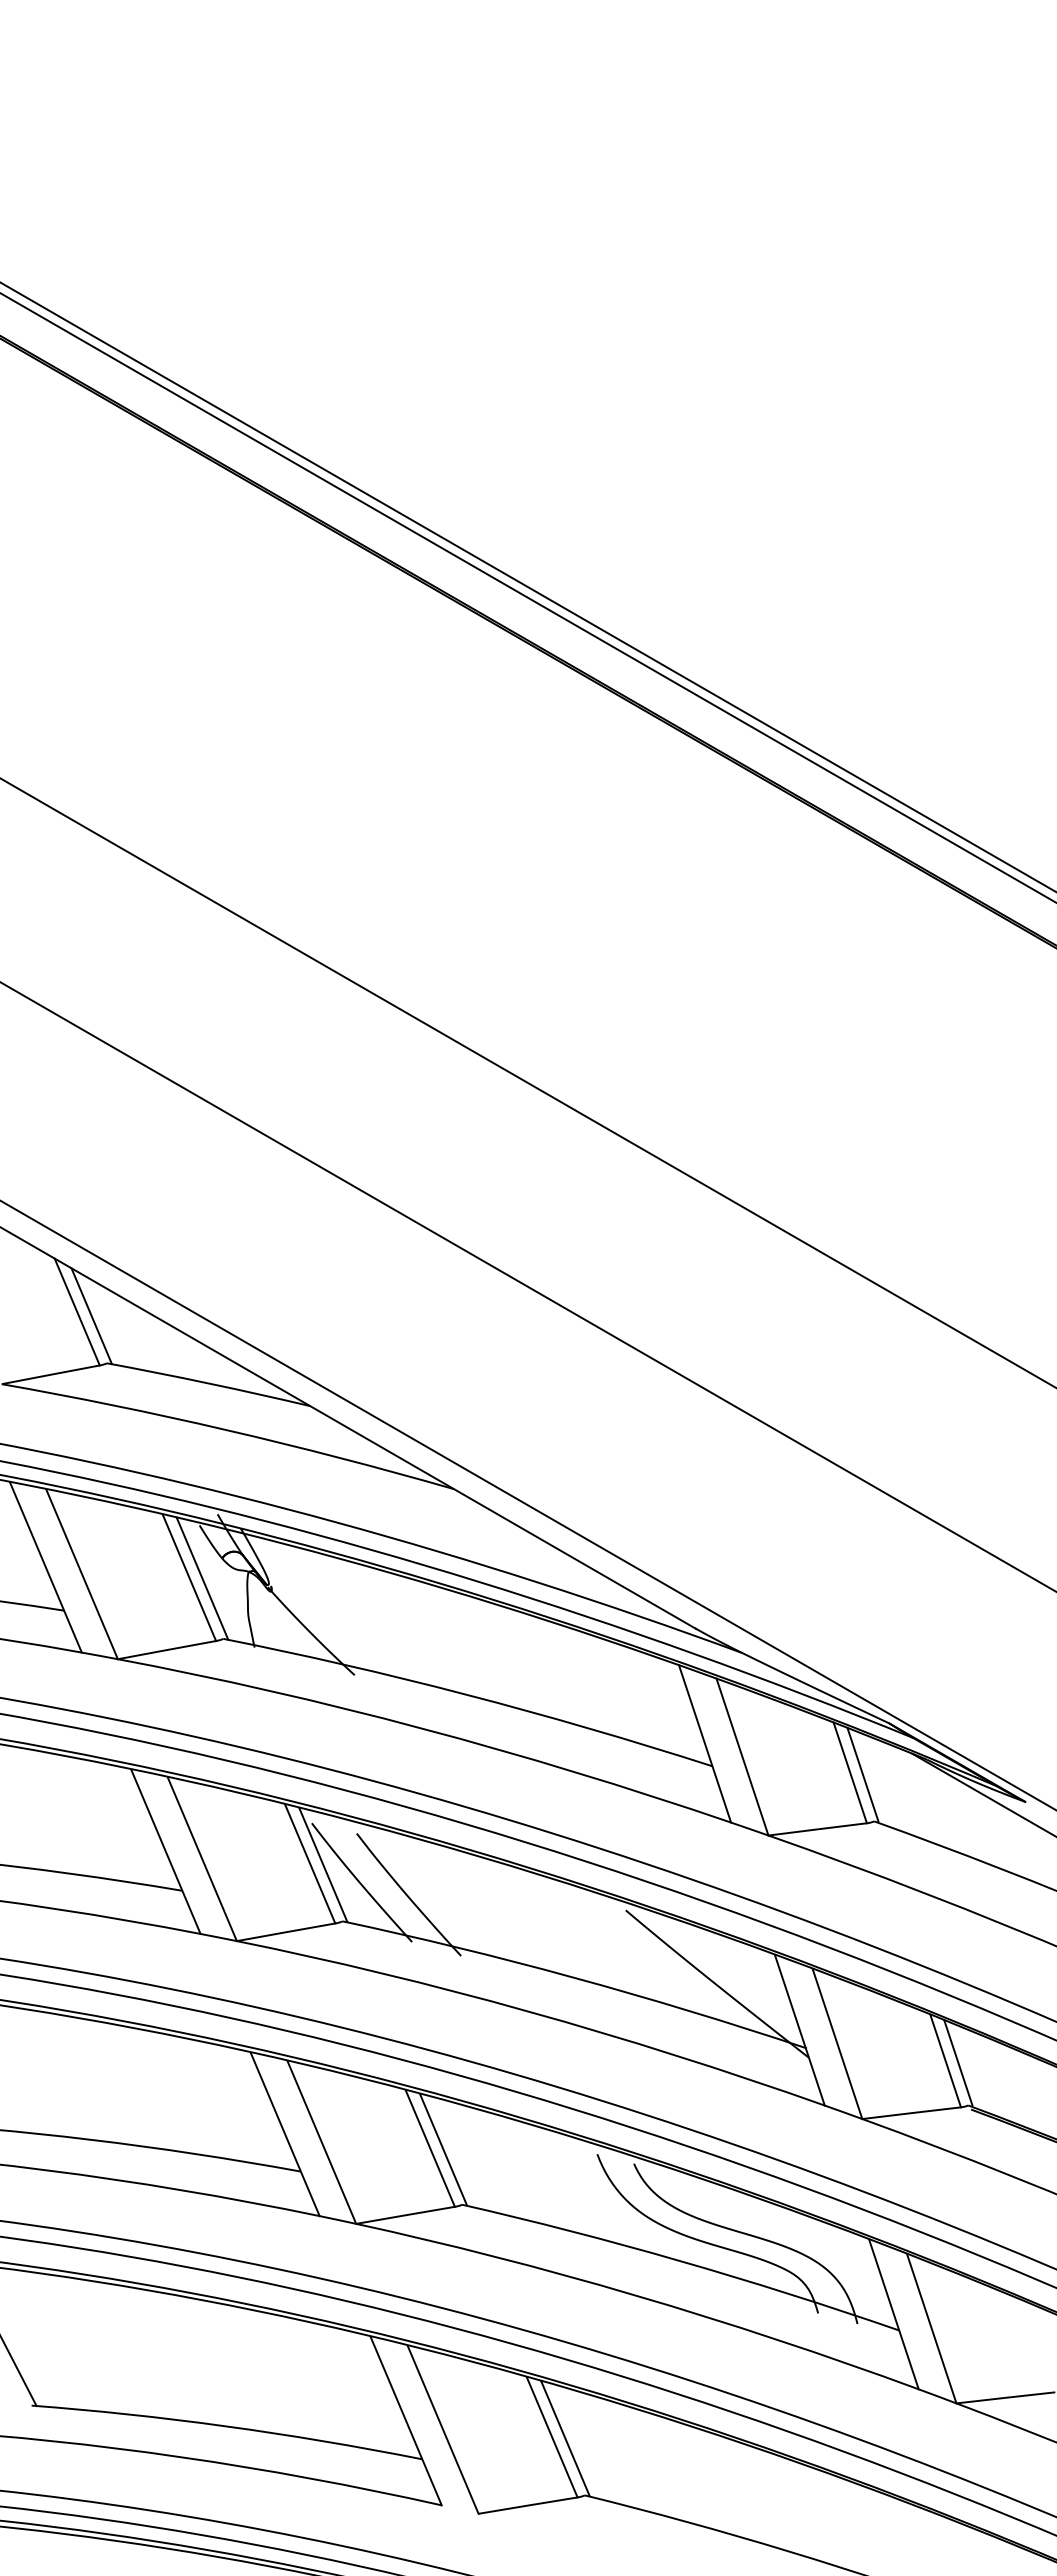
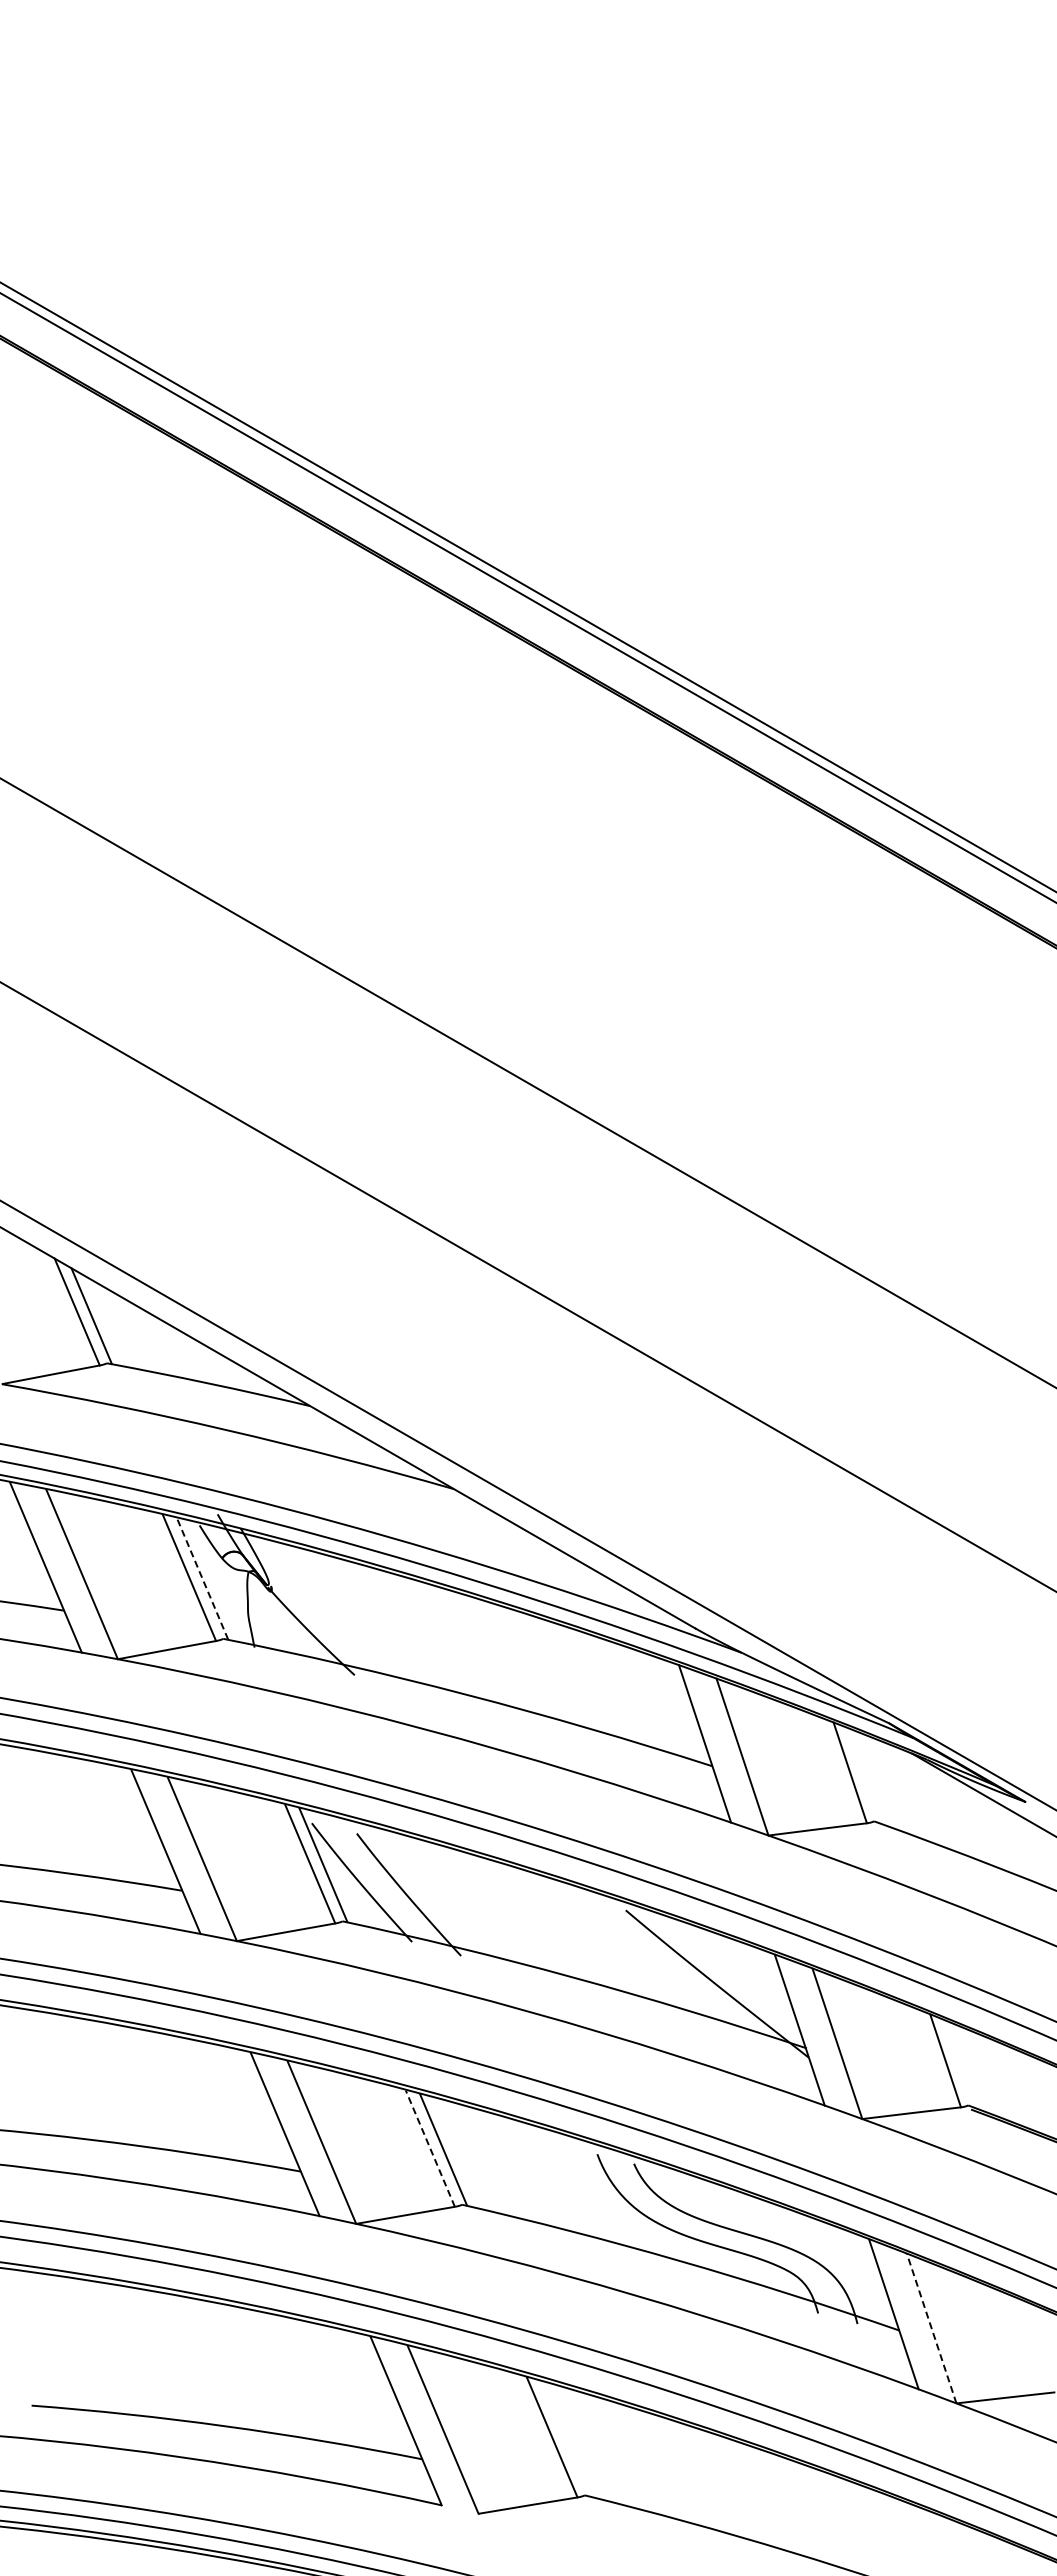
line at (202, 1578): solid -> dashed
line at (862, 1774): present -> none
line at (958, 2062): present -> none
line at (430, 2148): solid -> dashed
line at (931, 2328): solid -> dashed
line at (19, 2372): present -> none
line at (565, 2438): present -> none
